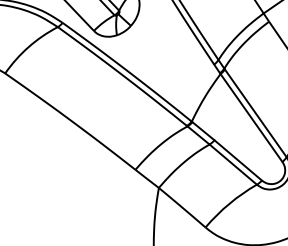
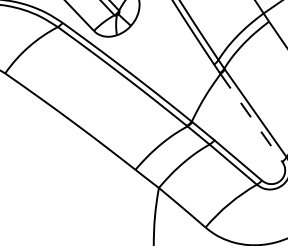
line at (251, 117): solid -> dashed
